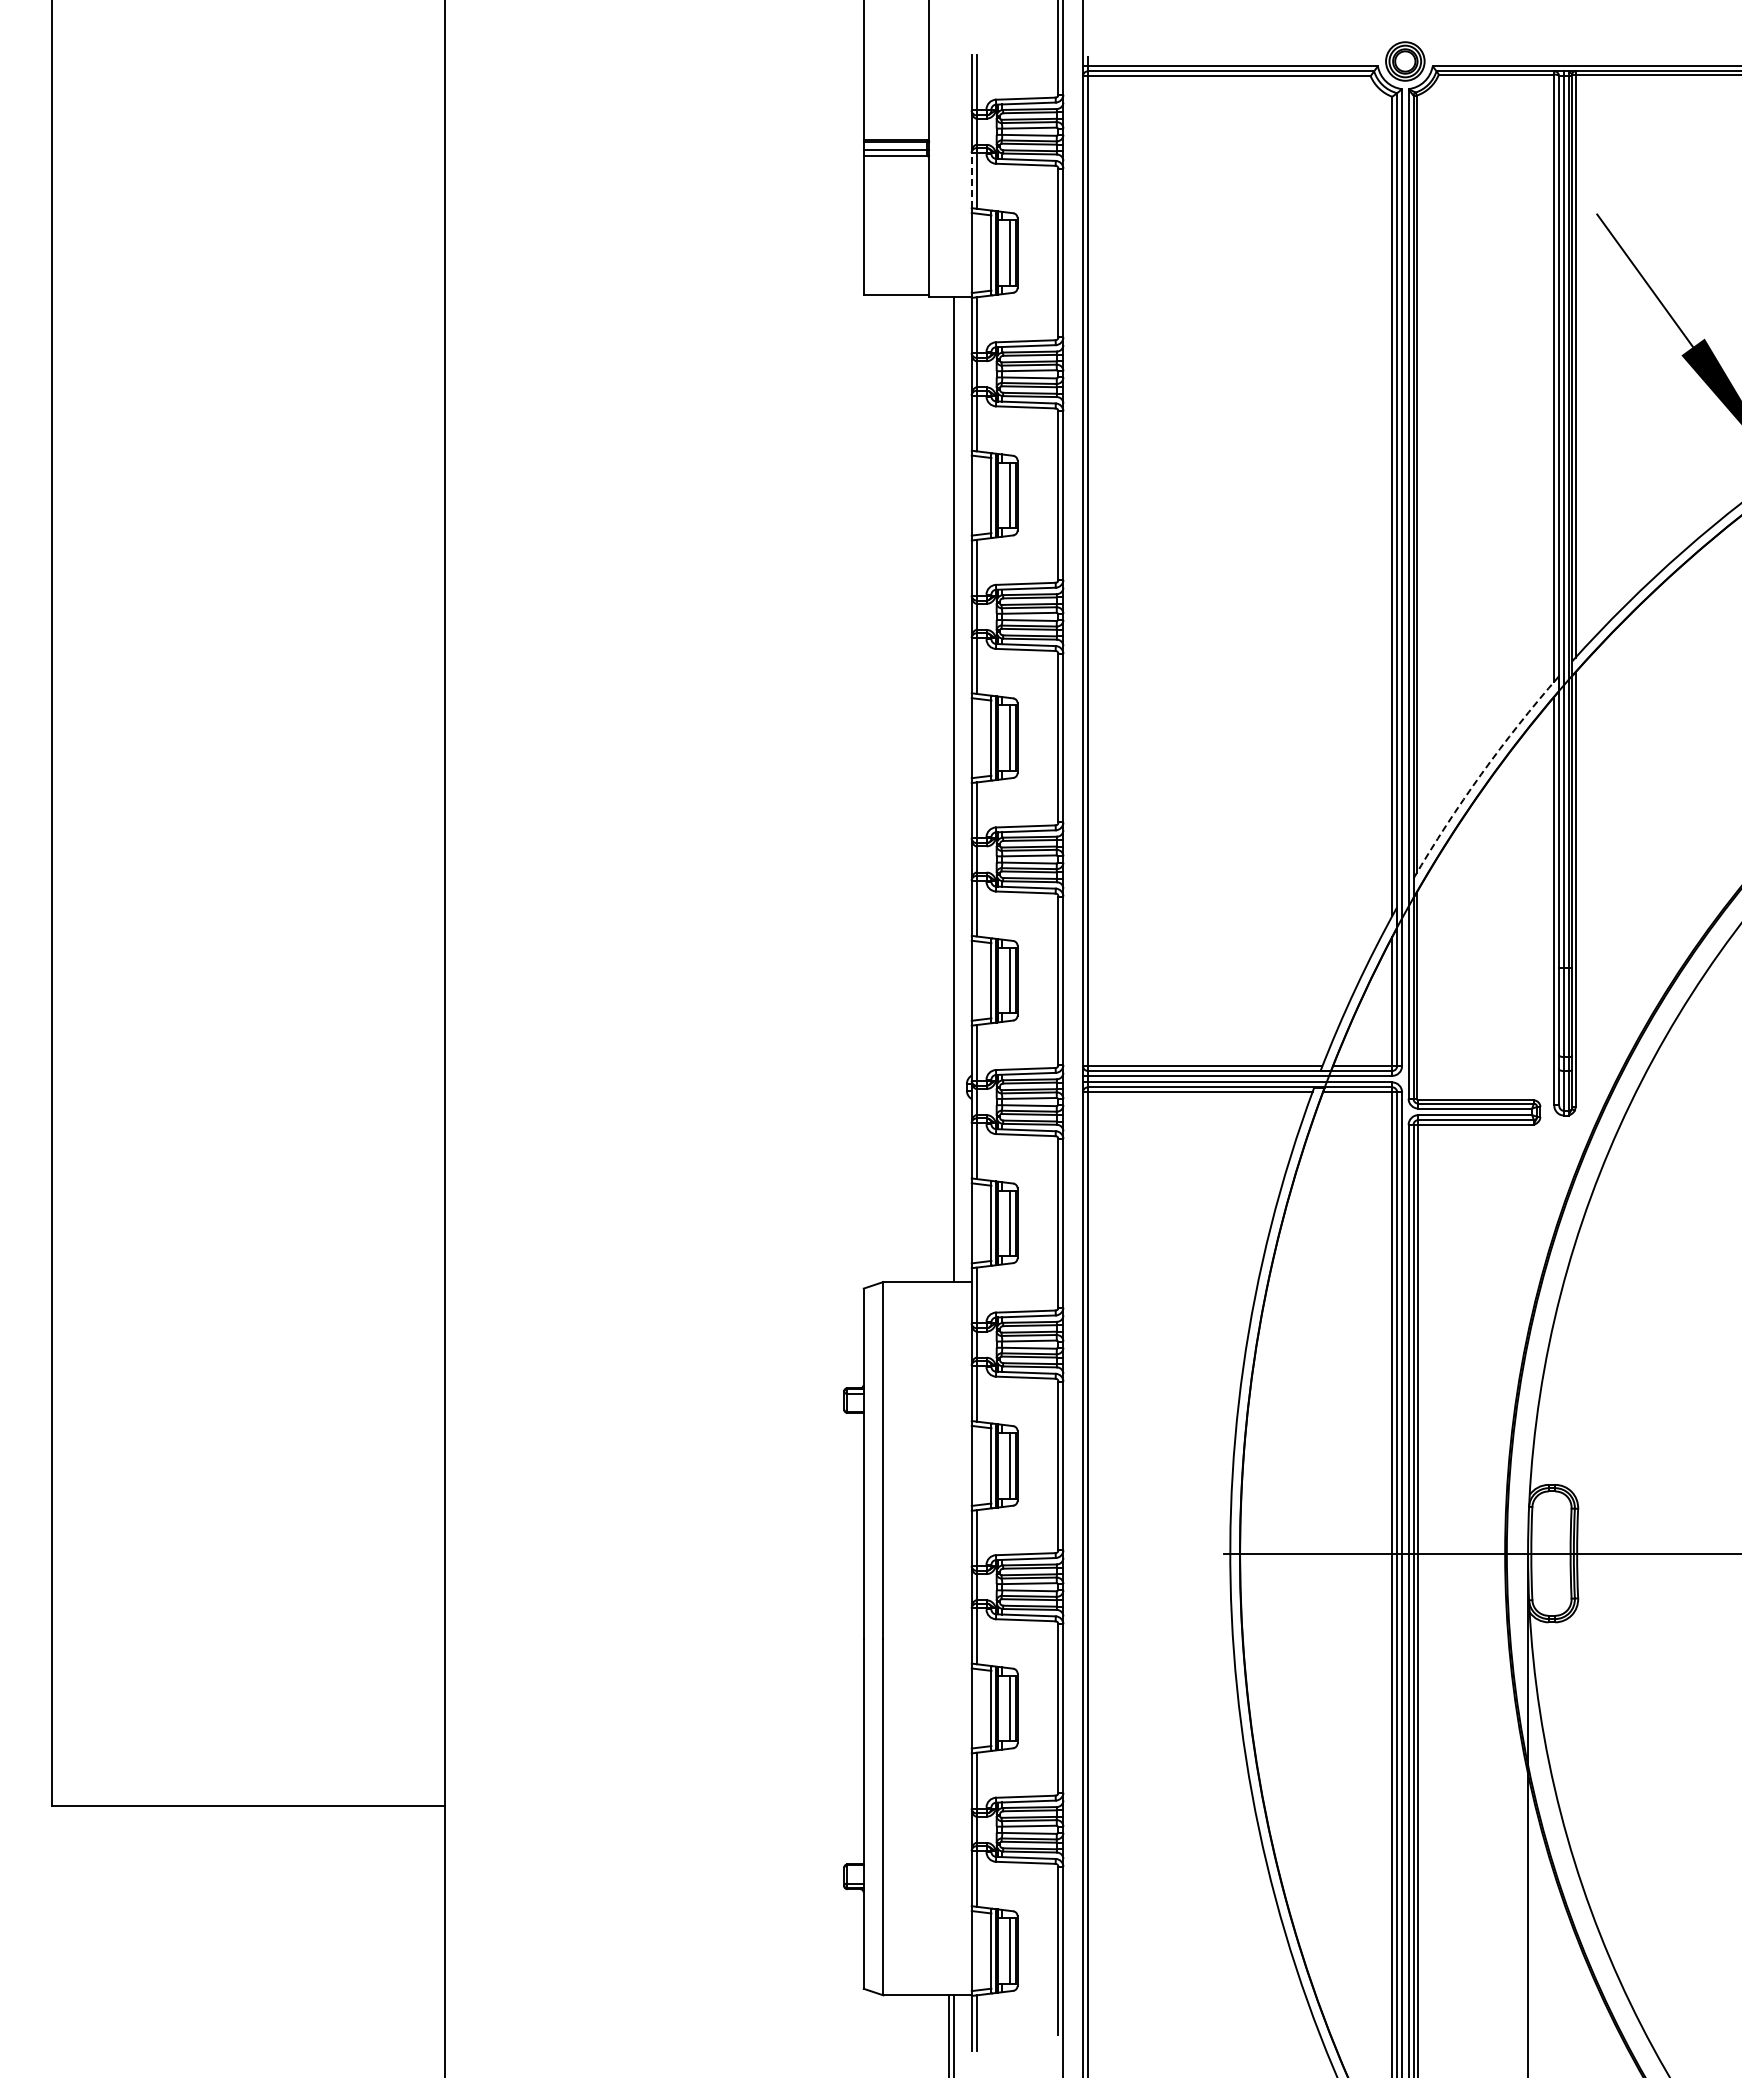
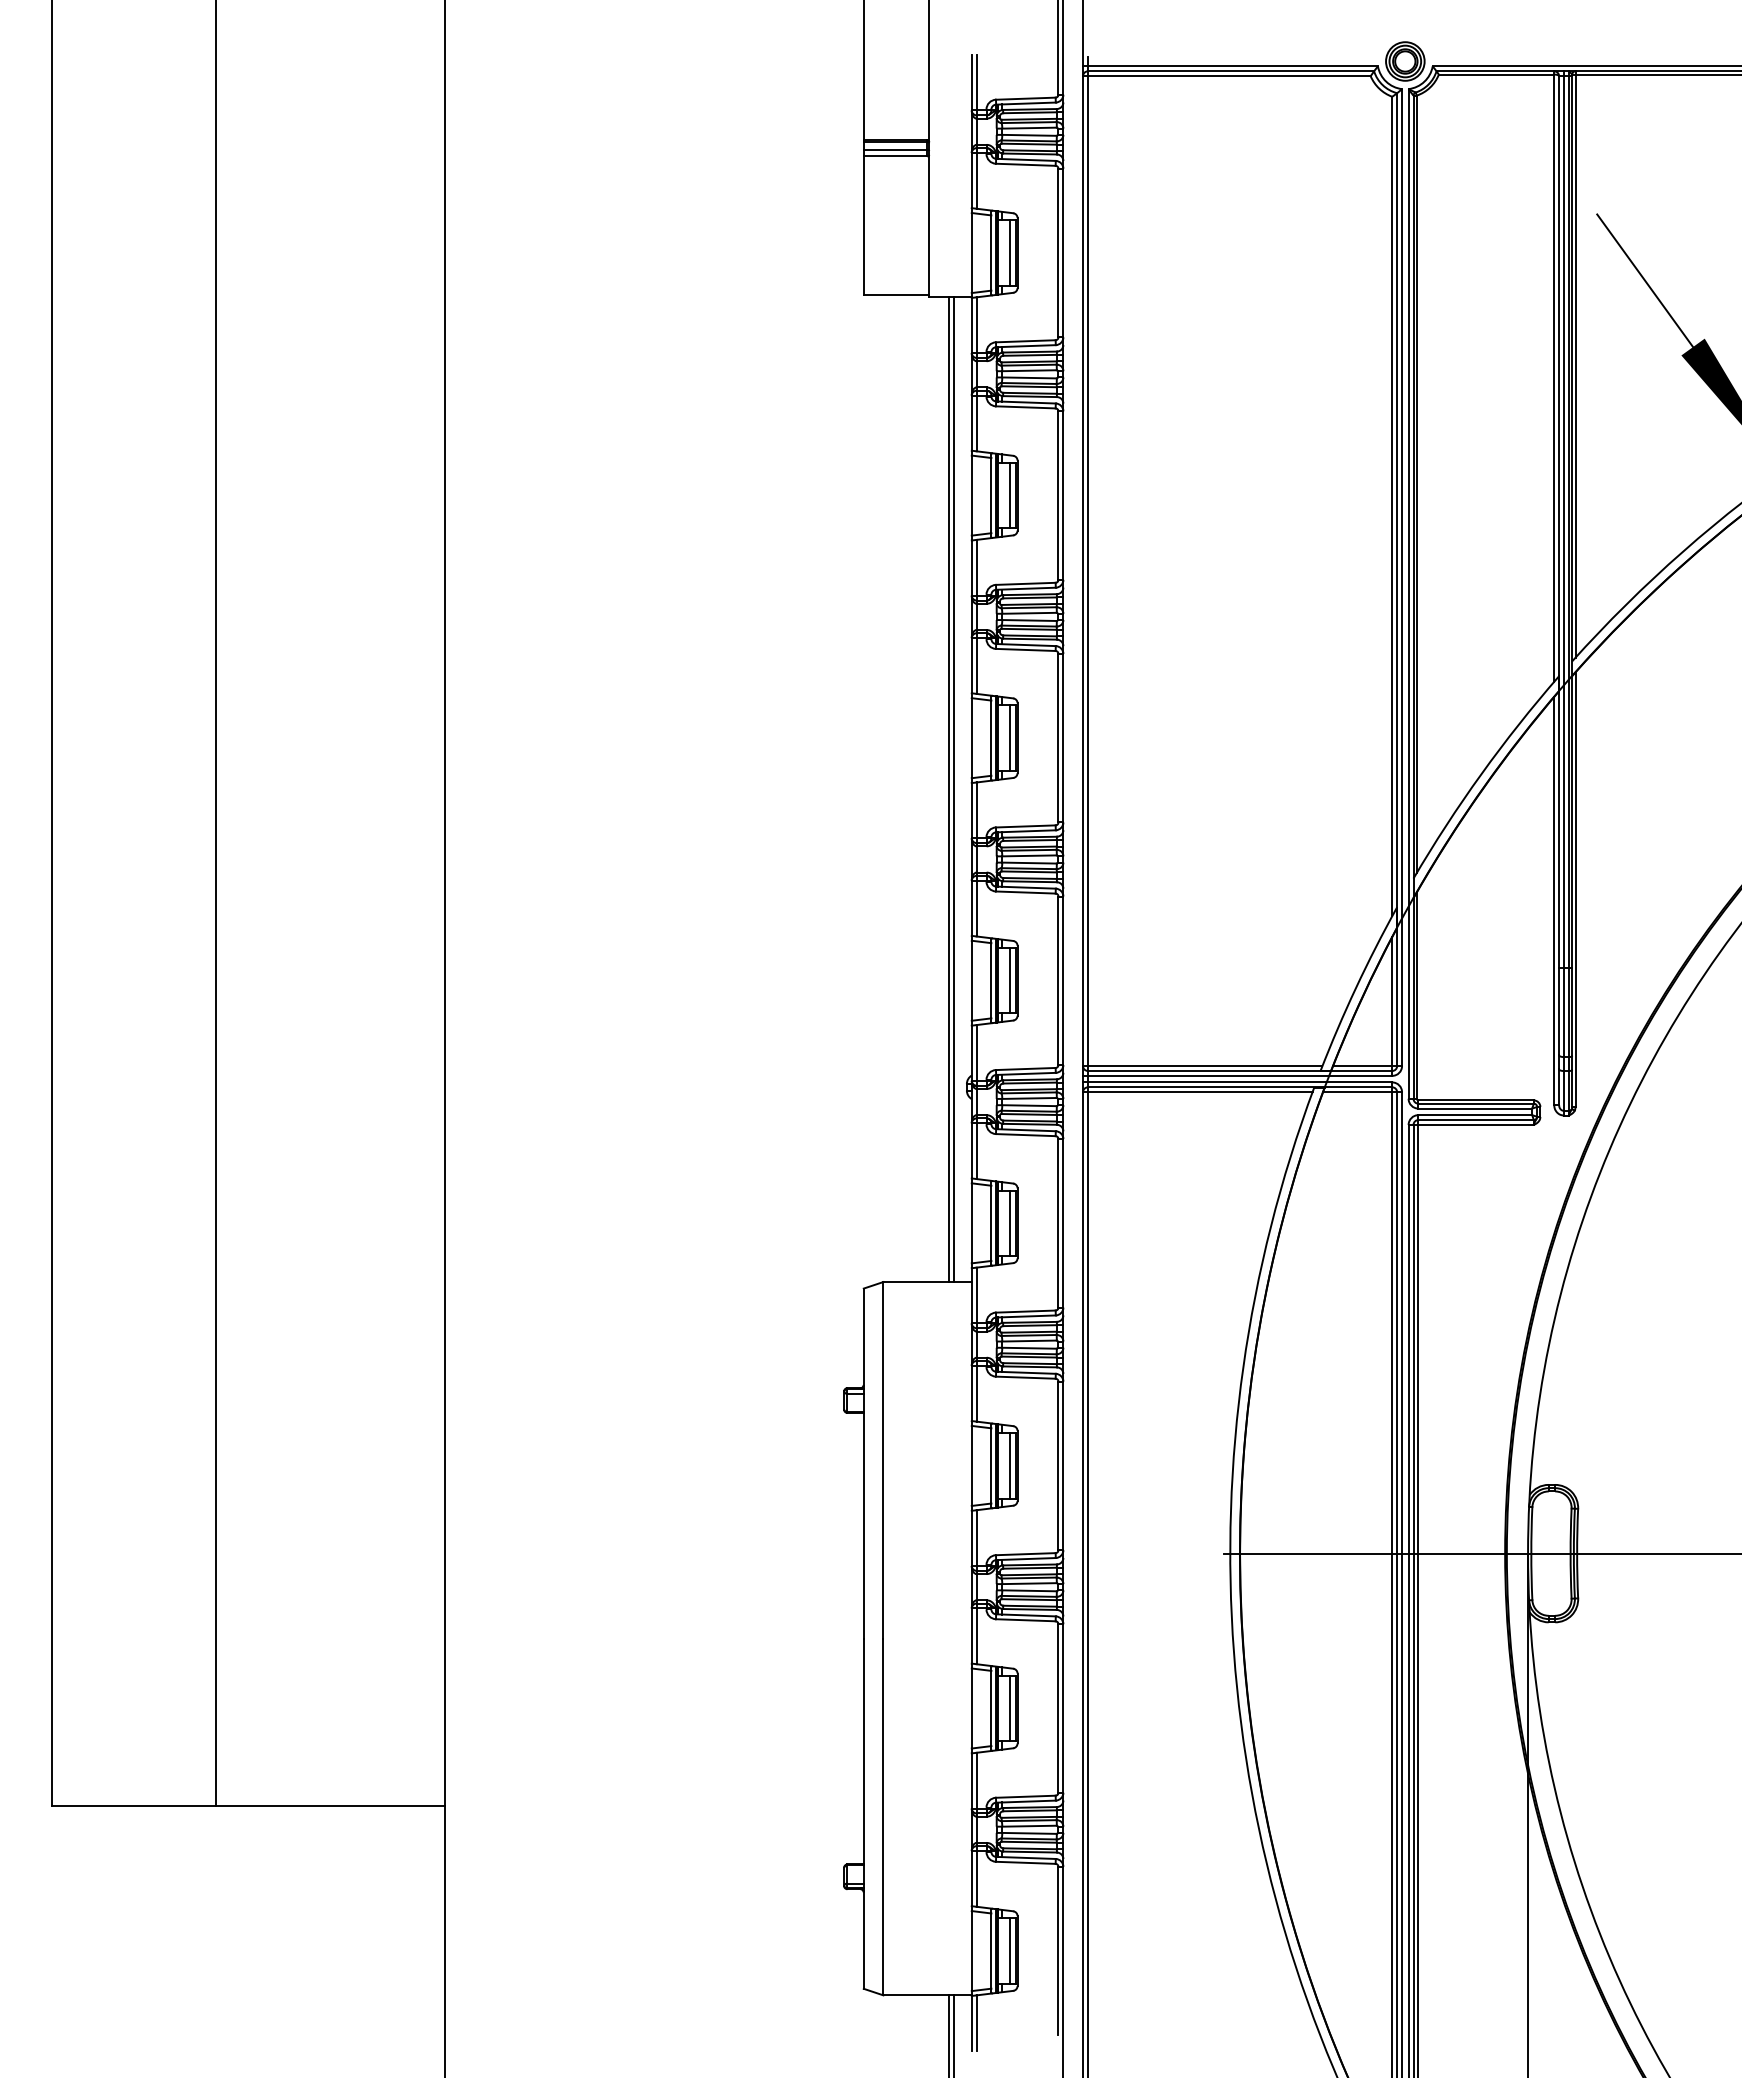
line at (971, 180): dashed -> solid
arc at (1481, 774): dashed -> solid
line at (948, 789): none -> present
line at (215, 904): none -> present
